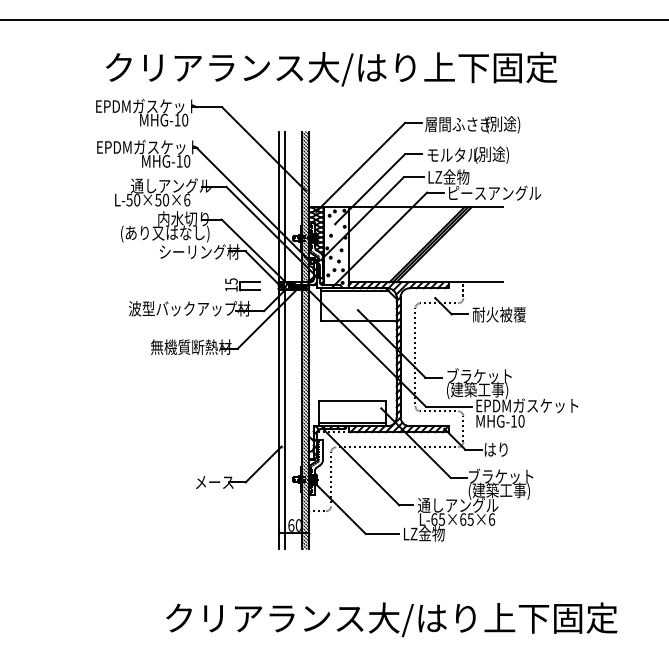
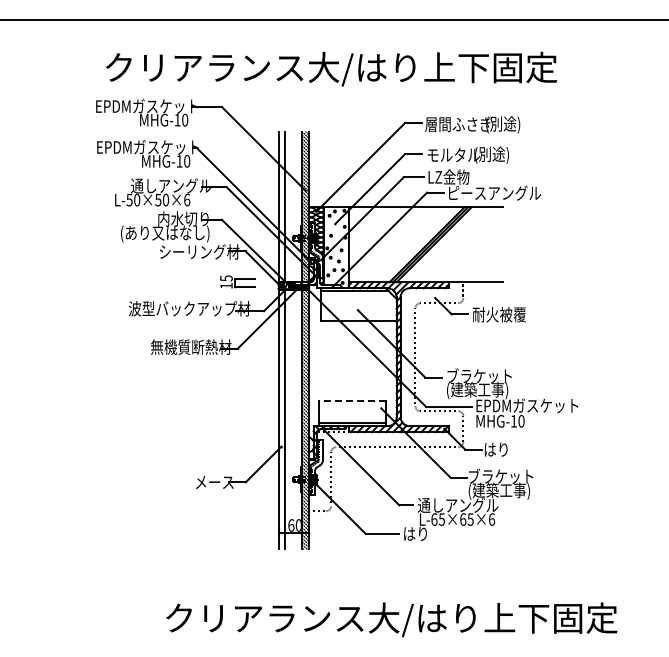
part at (242, 284) position: (242, 284) -> (237, 281)
line at (352, 401): solid -> dashed
text at (424, 533): LZ金物 -> はり
